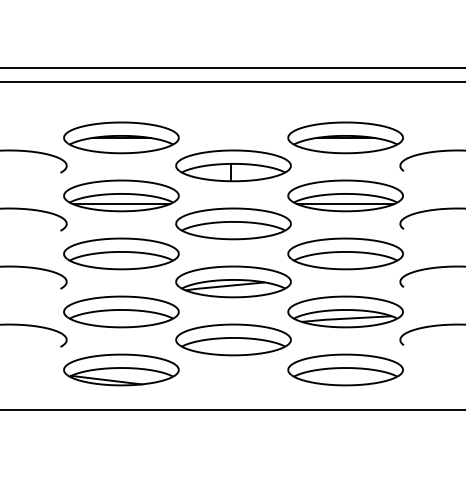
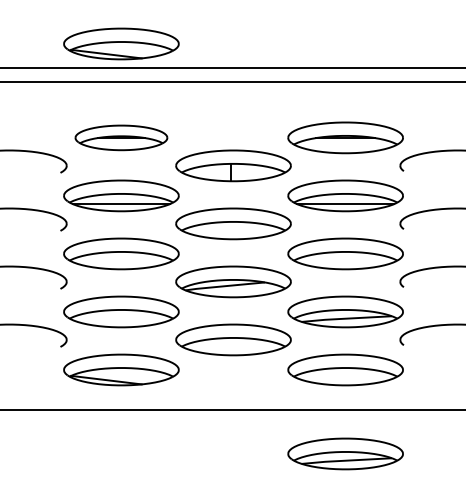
part at (121, 43): none -> present
part at (121, 137) size: 117x34 px -> 95x28 px
part at (345, 453): none -> present
